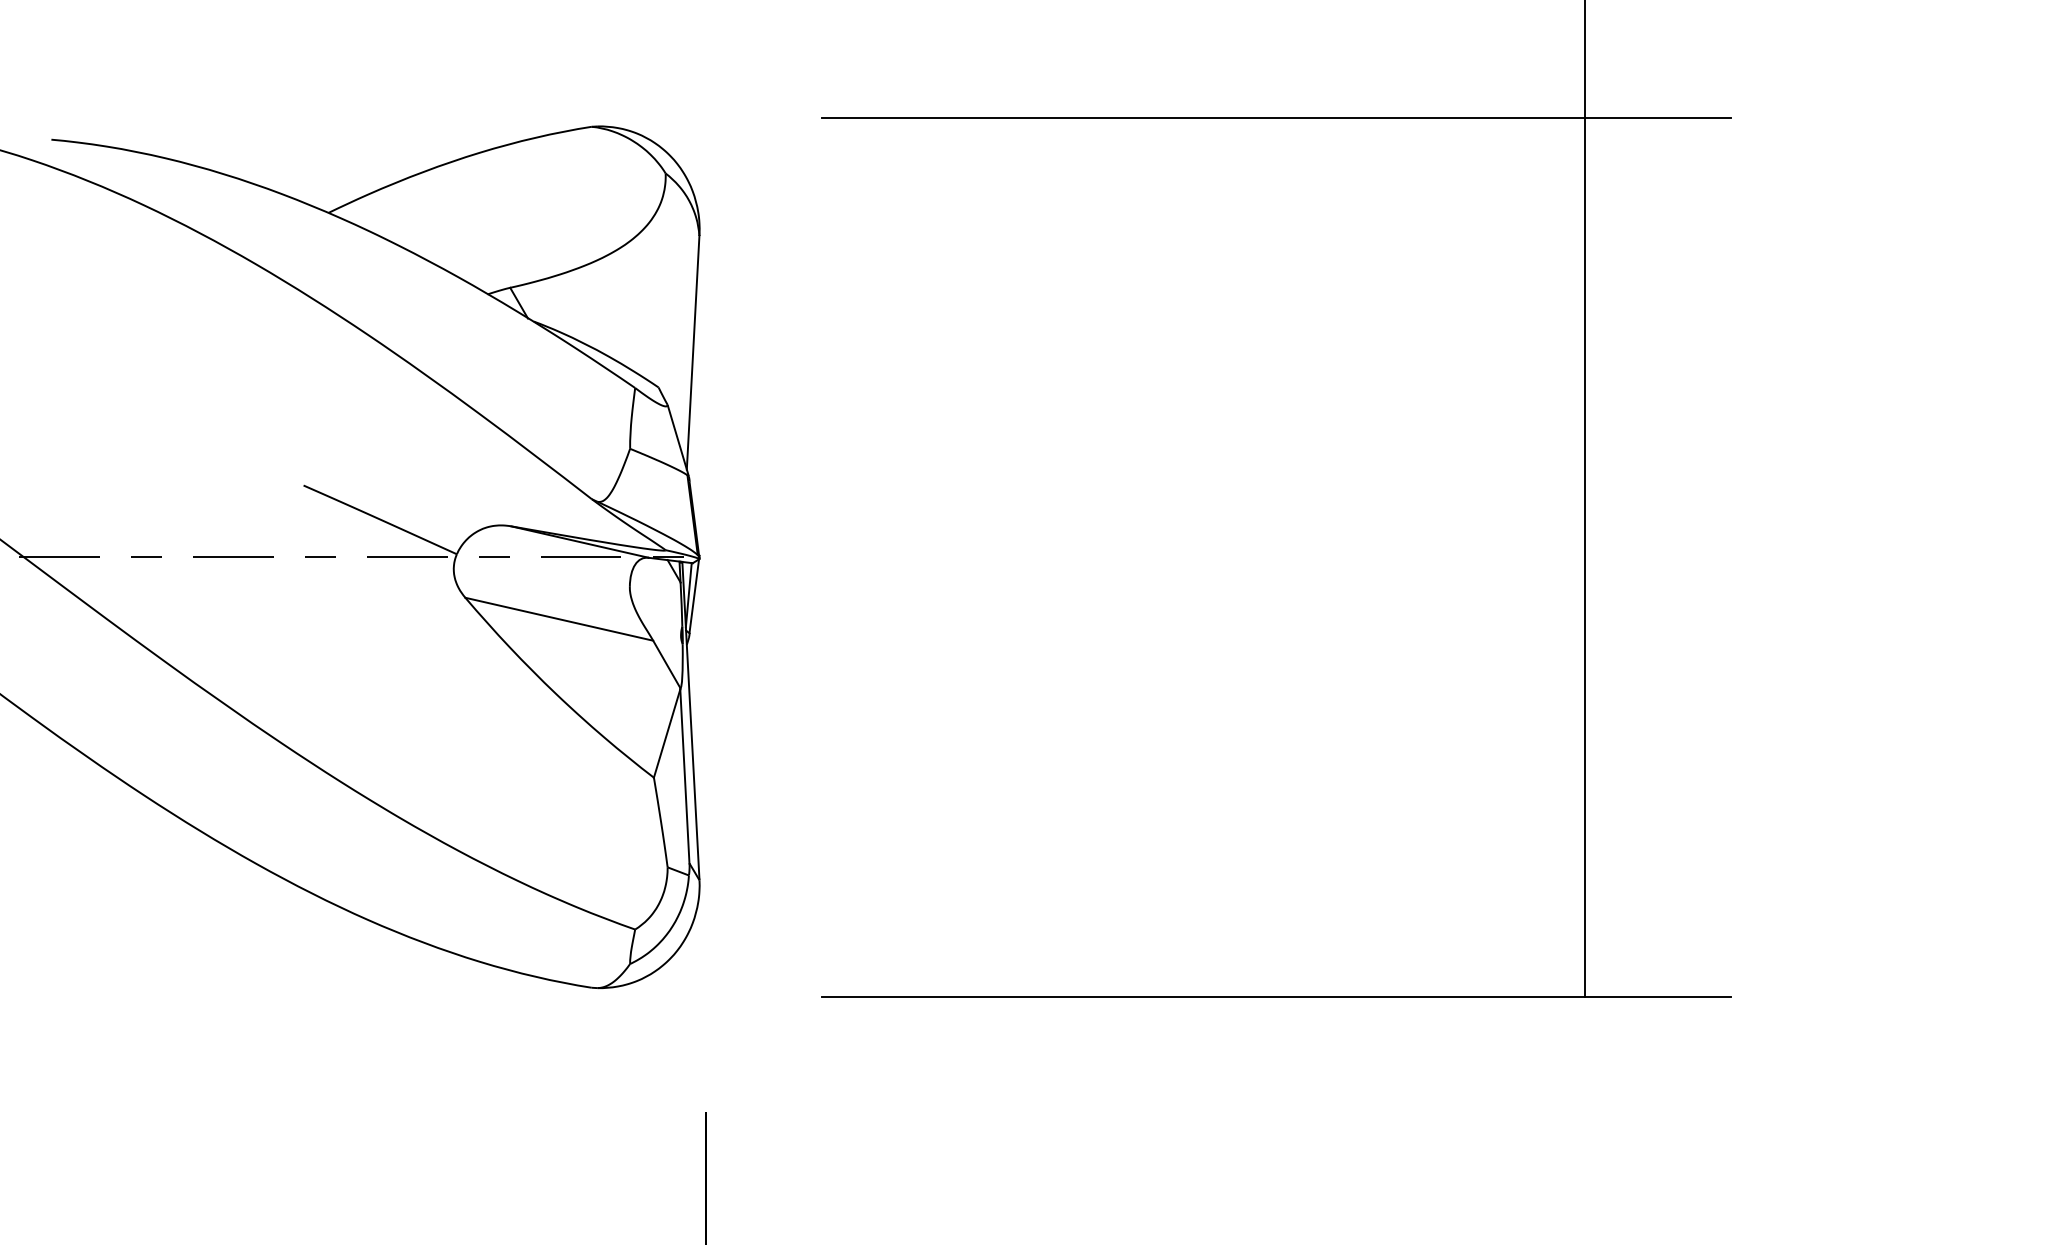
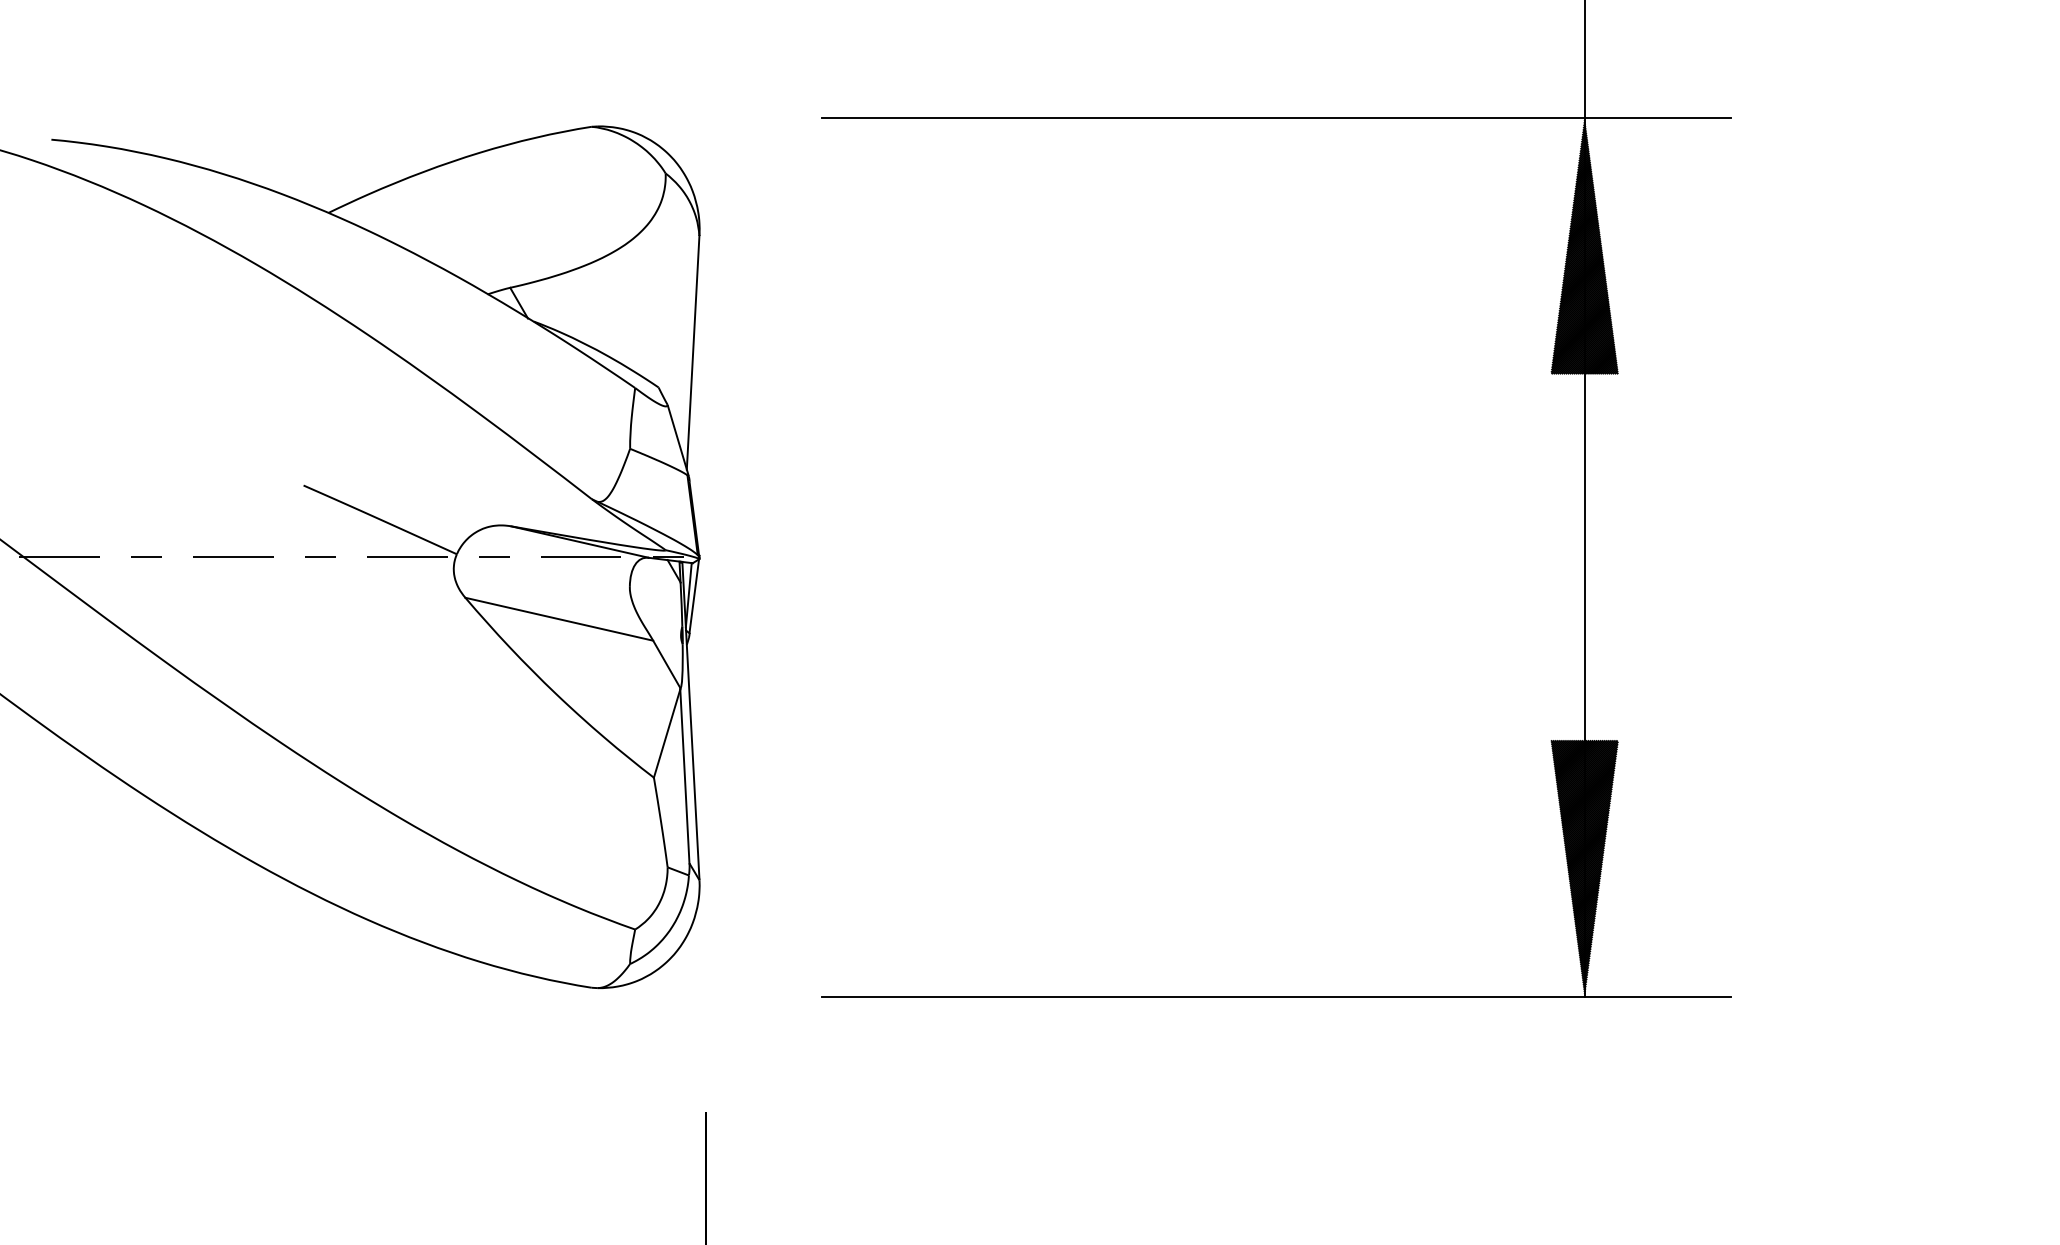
hatch at (1584, 246): none -> present
hatch at (1584, 867): none -> present
